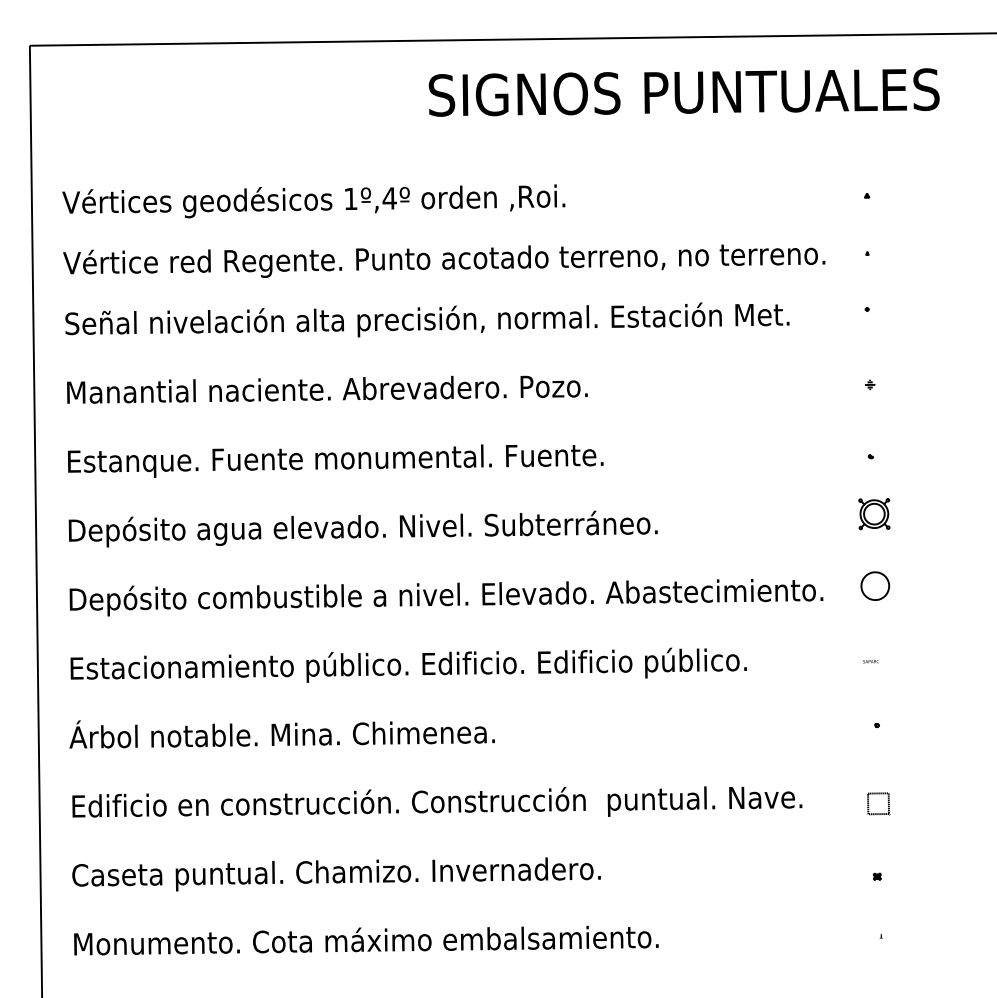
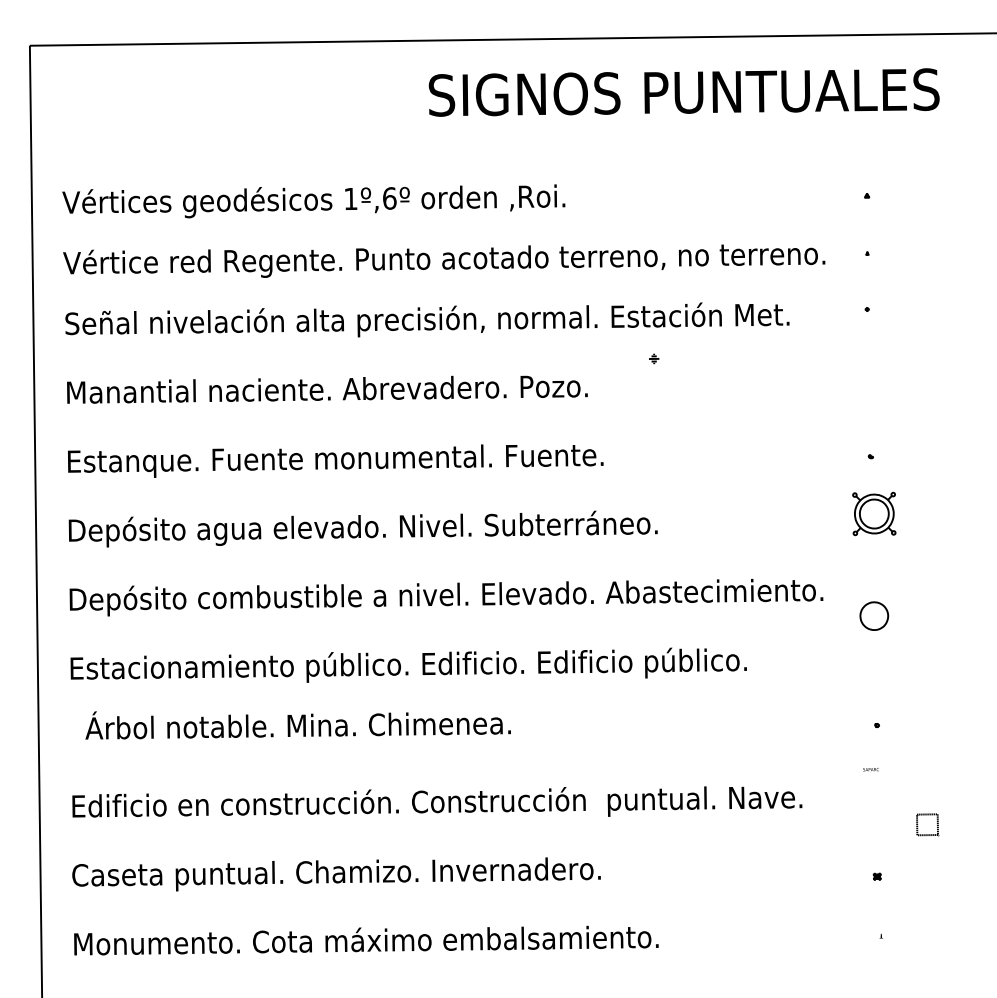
text at (389, 198): 1º,4º -> 1º,6º
part at (870, 384) position: (870, 384) -> (654, 358)
part at (874, 514) size: 33x33 px -> 45x46 px
part at (875, 585) position: (875, 585) -> (874, 615)
text at (870, 661) position: (870, 661) -> (870, 769)
text at (281, 734) position: (281, 734) -> (297, 725)
part at (878, 803) position: (878, 803) -> (927, 824)
